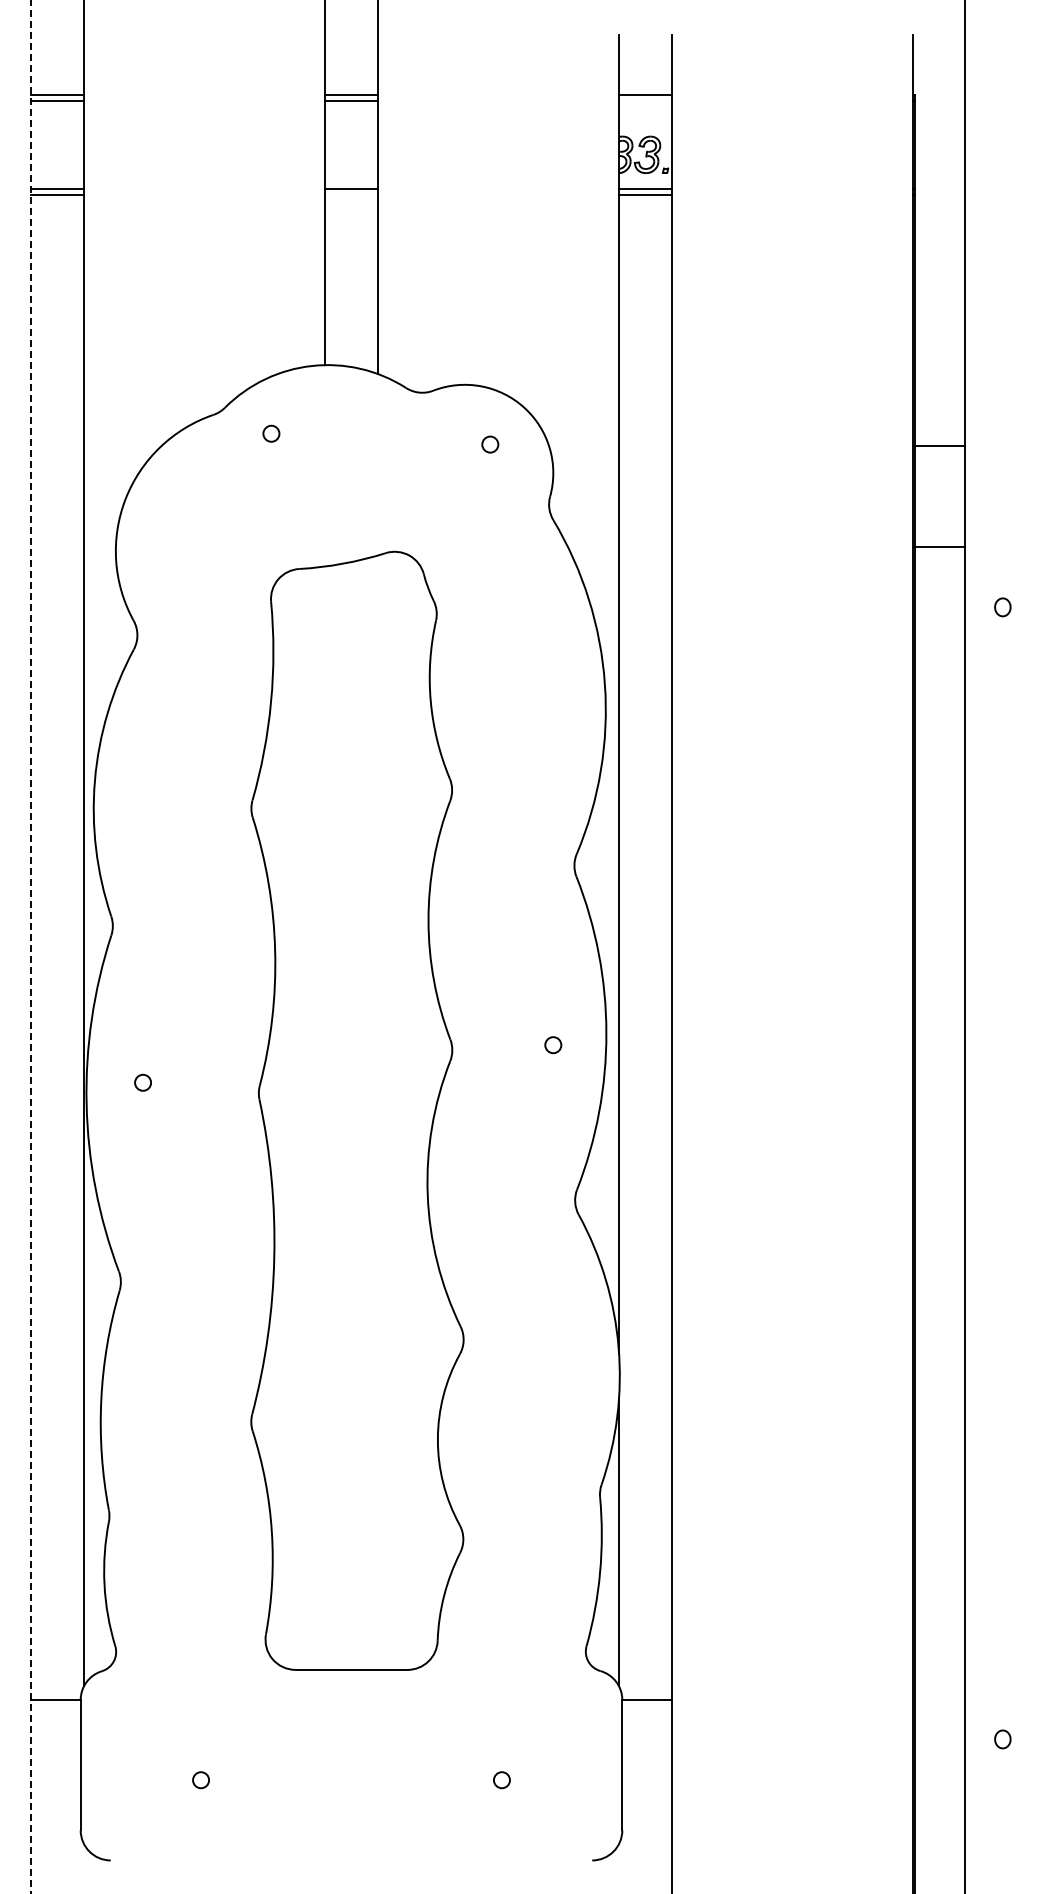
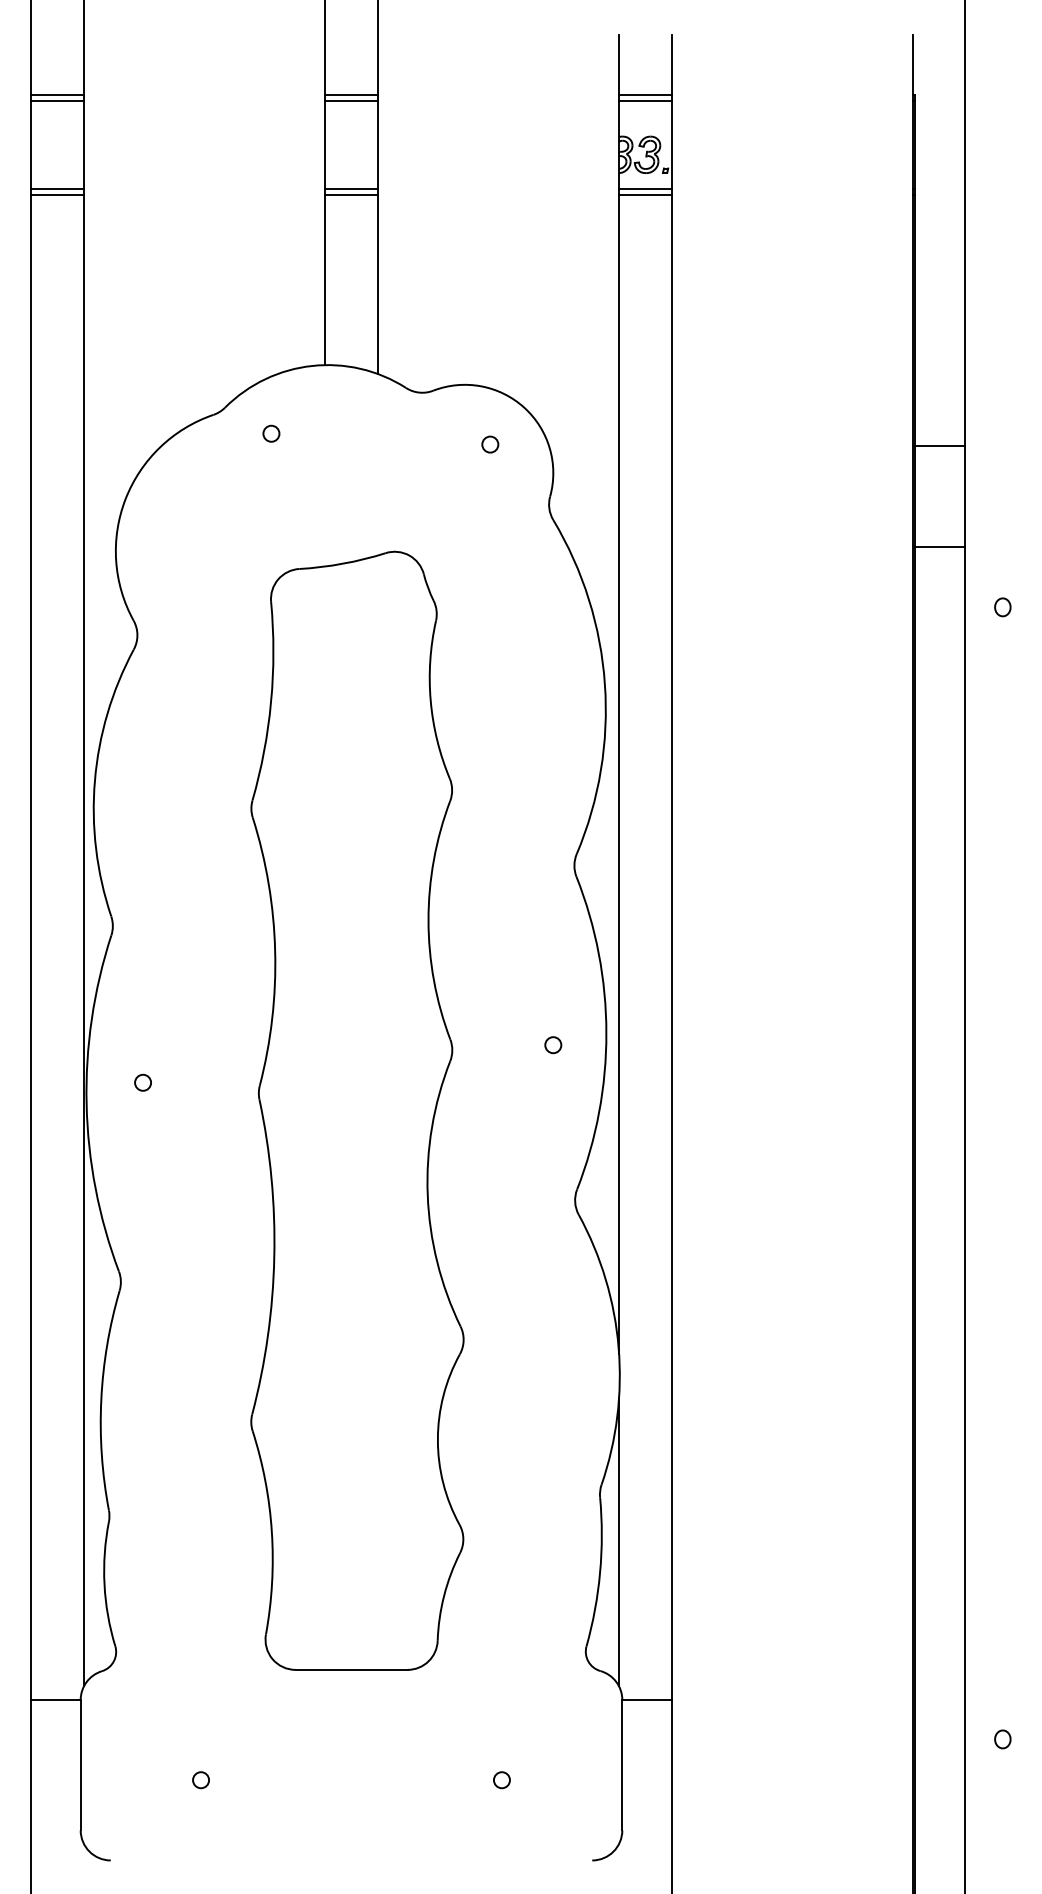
line at (645, 101): none -> present
line at (351, 195): none -> present
line at (31, 947): dashed -> solid
